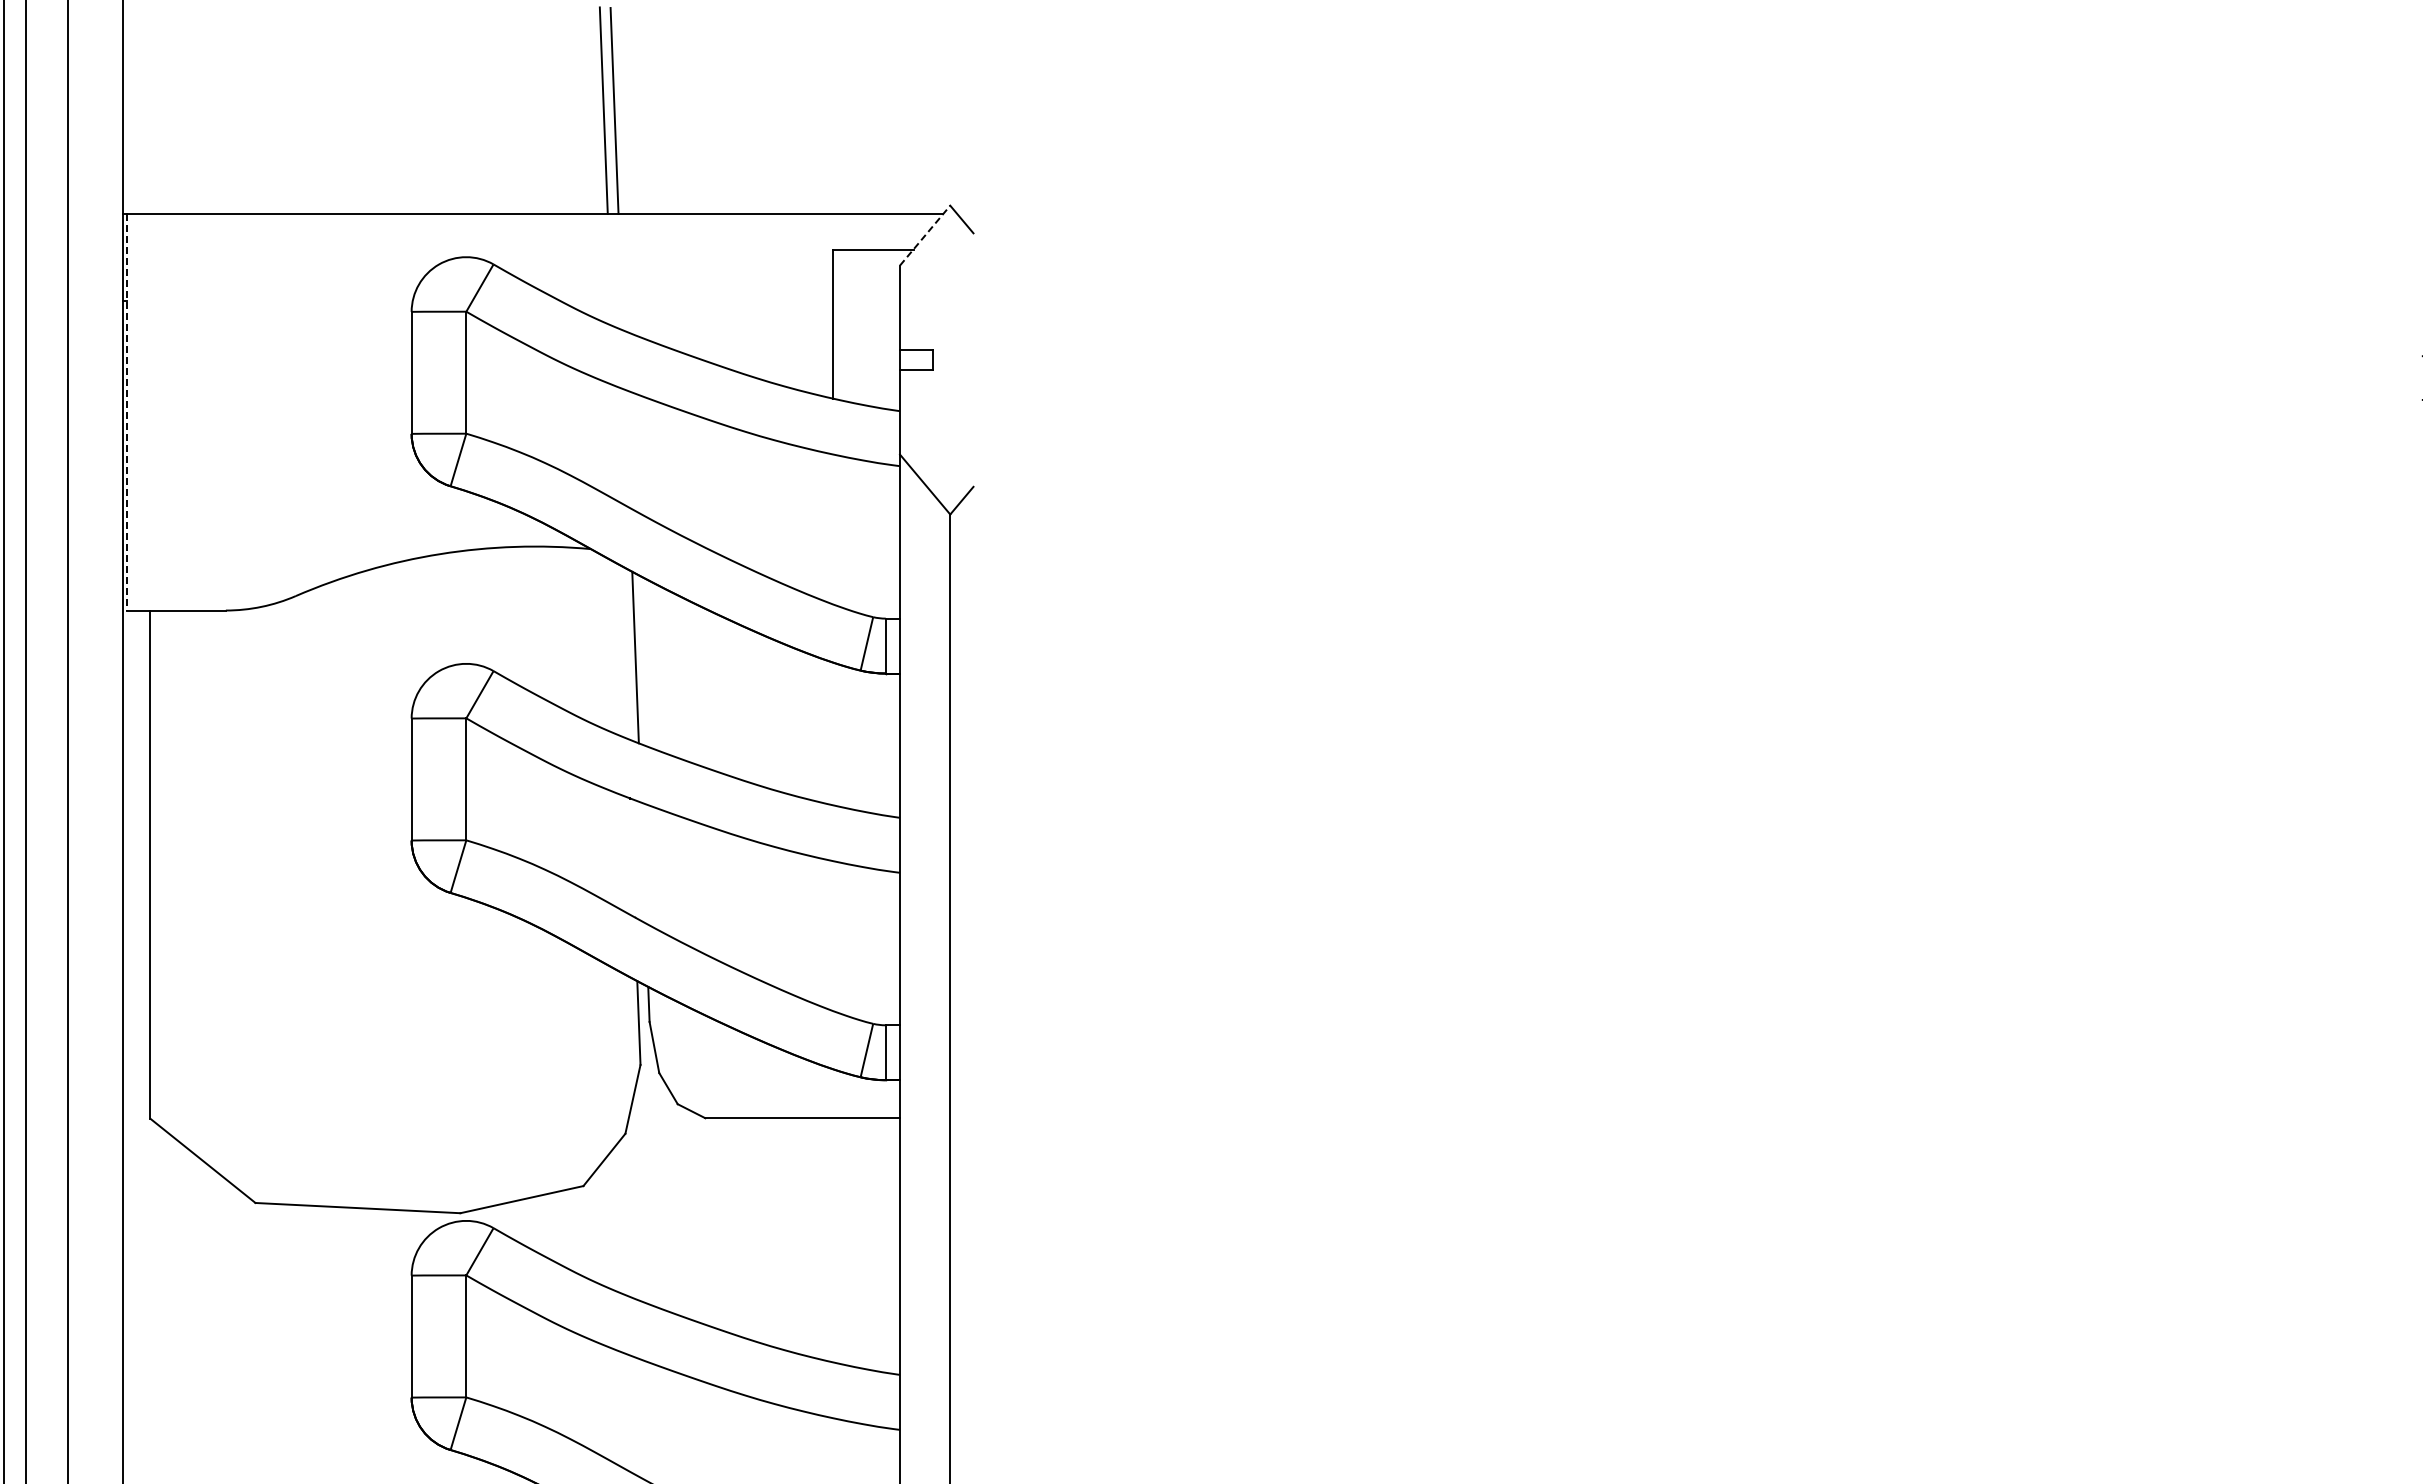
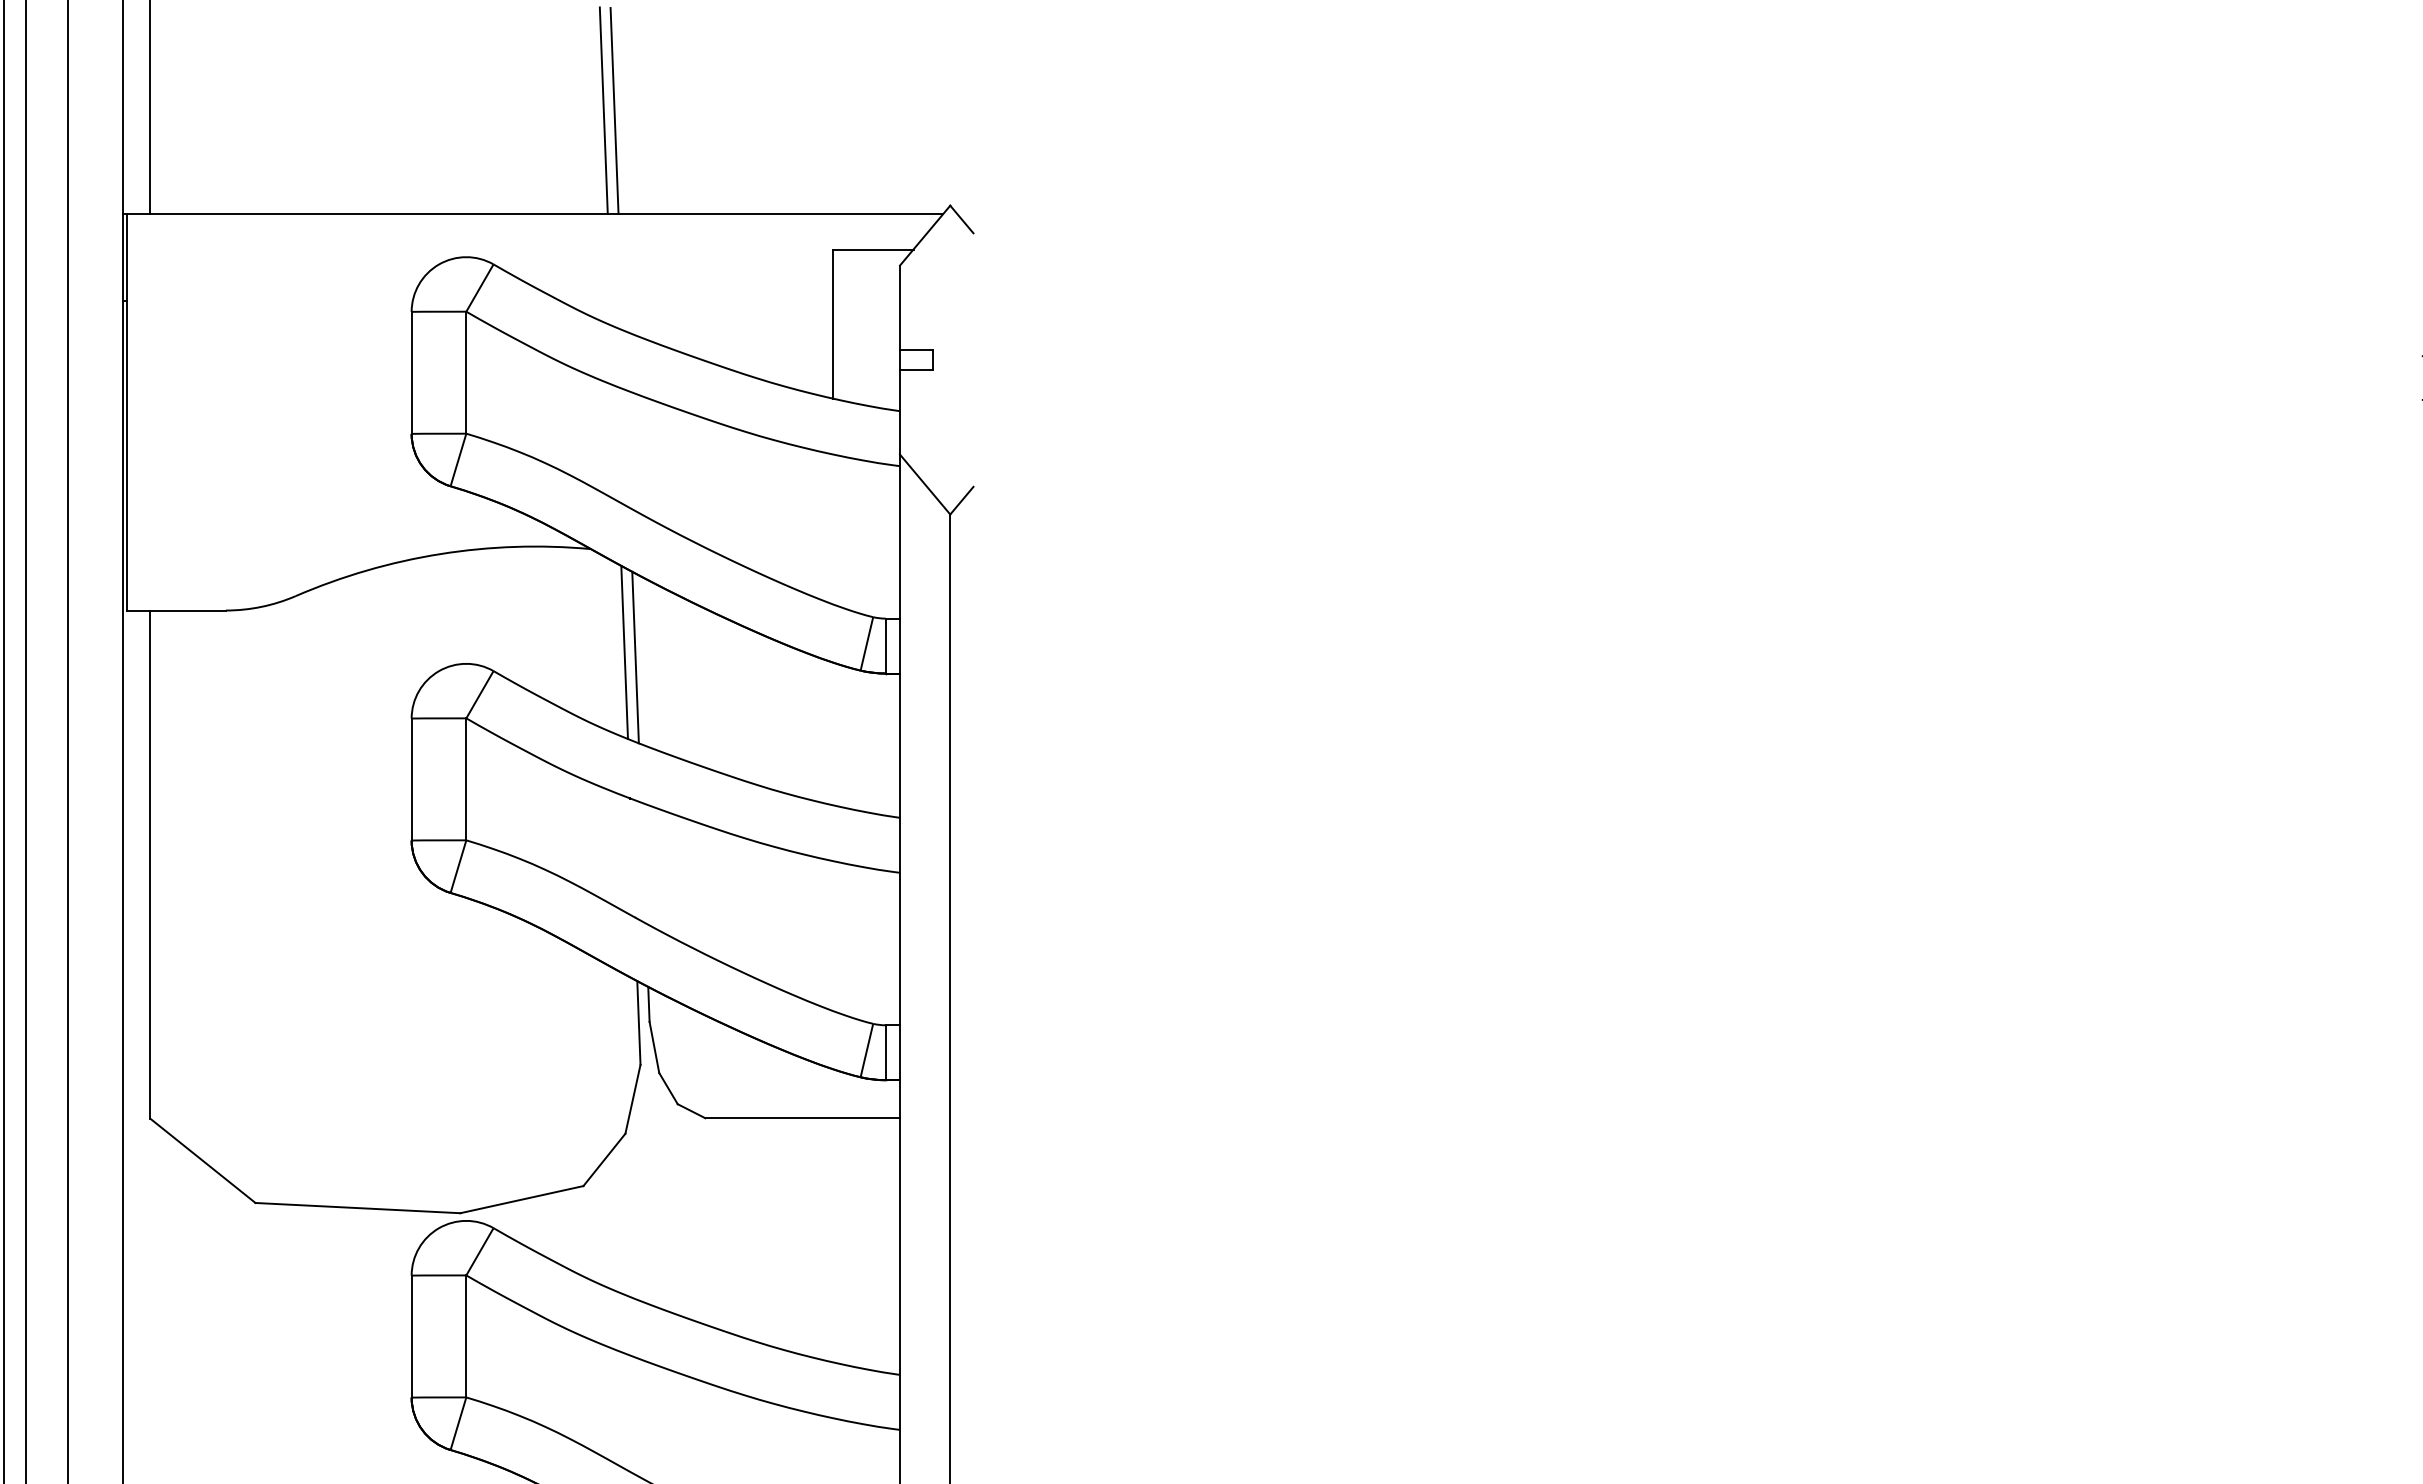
line at (150, 107): none -> present
line at (925, 235): dashed -> solid
line at (127, 412): dashed -> solid
line at (624, 652): none -> present
